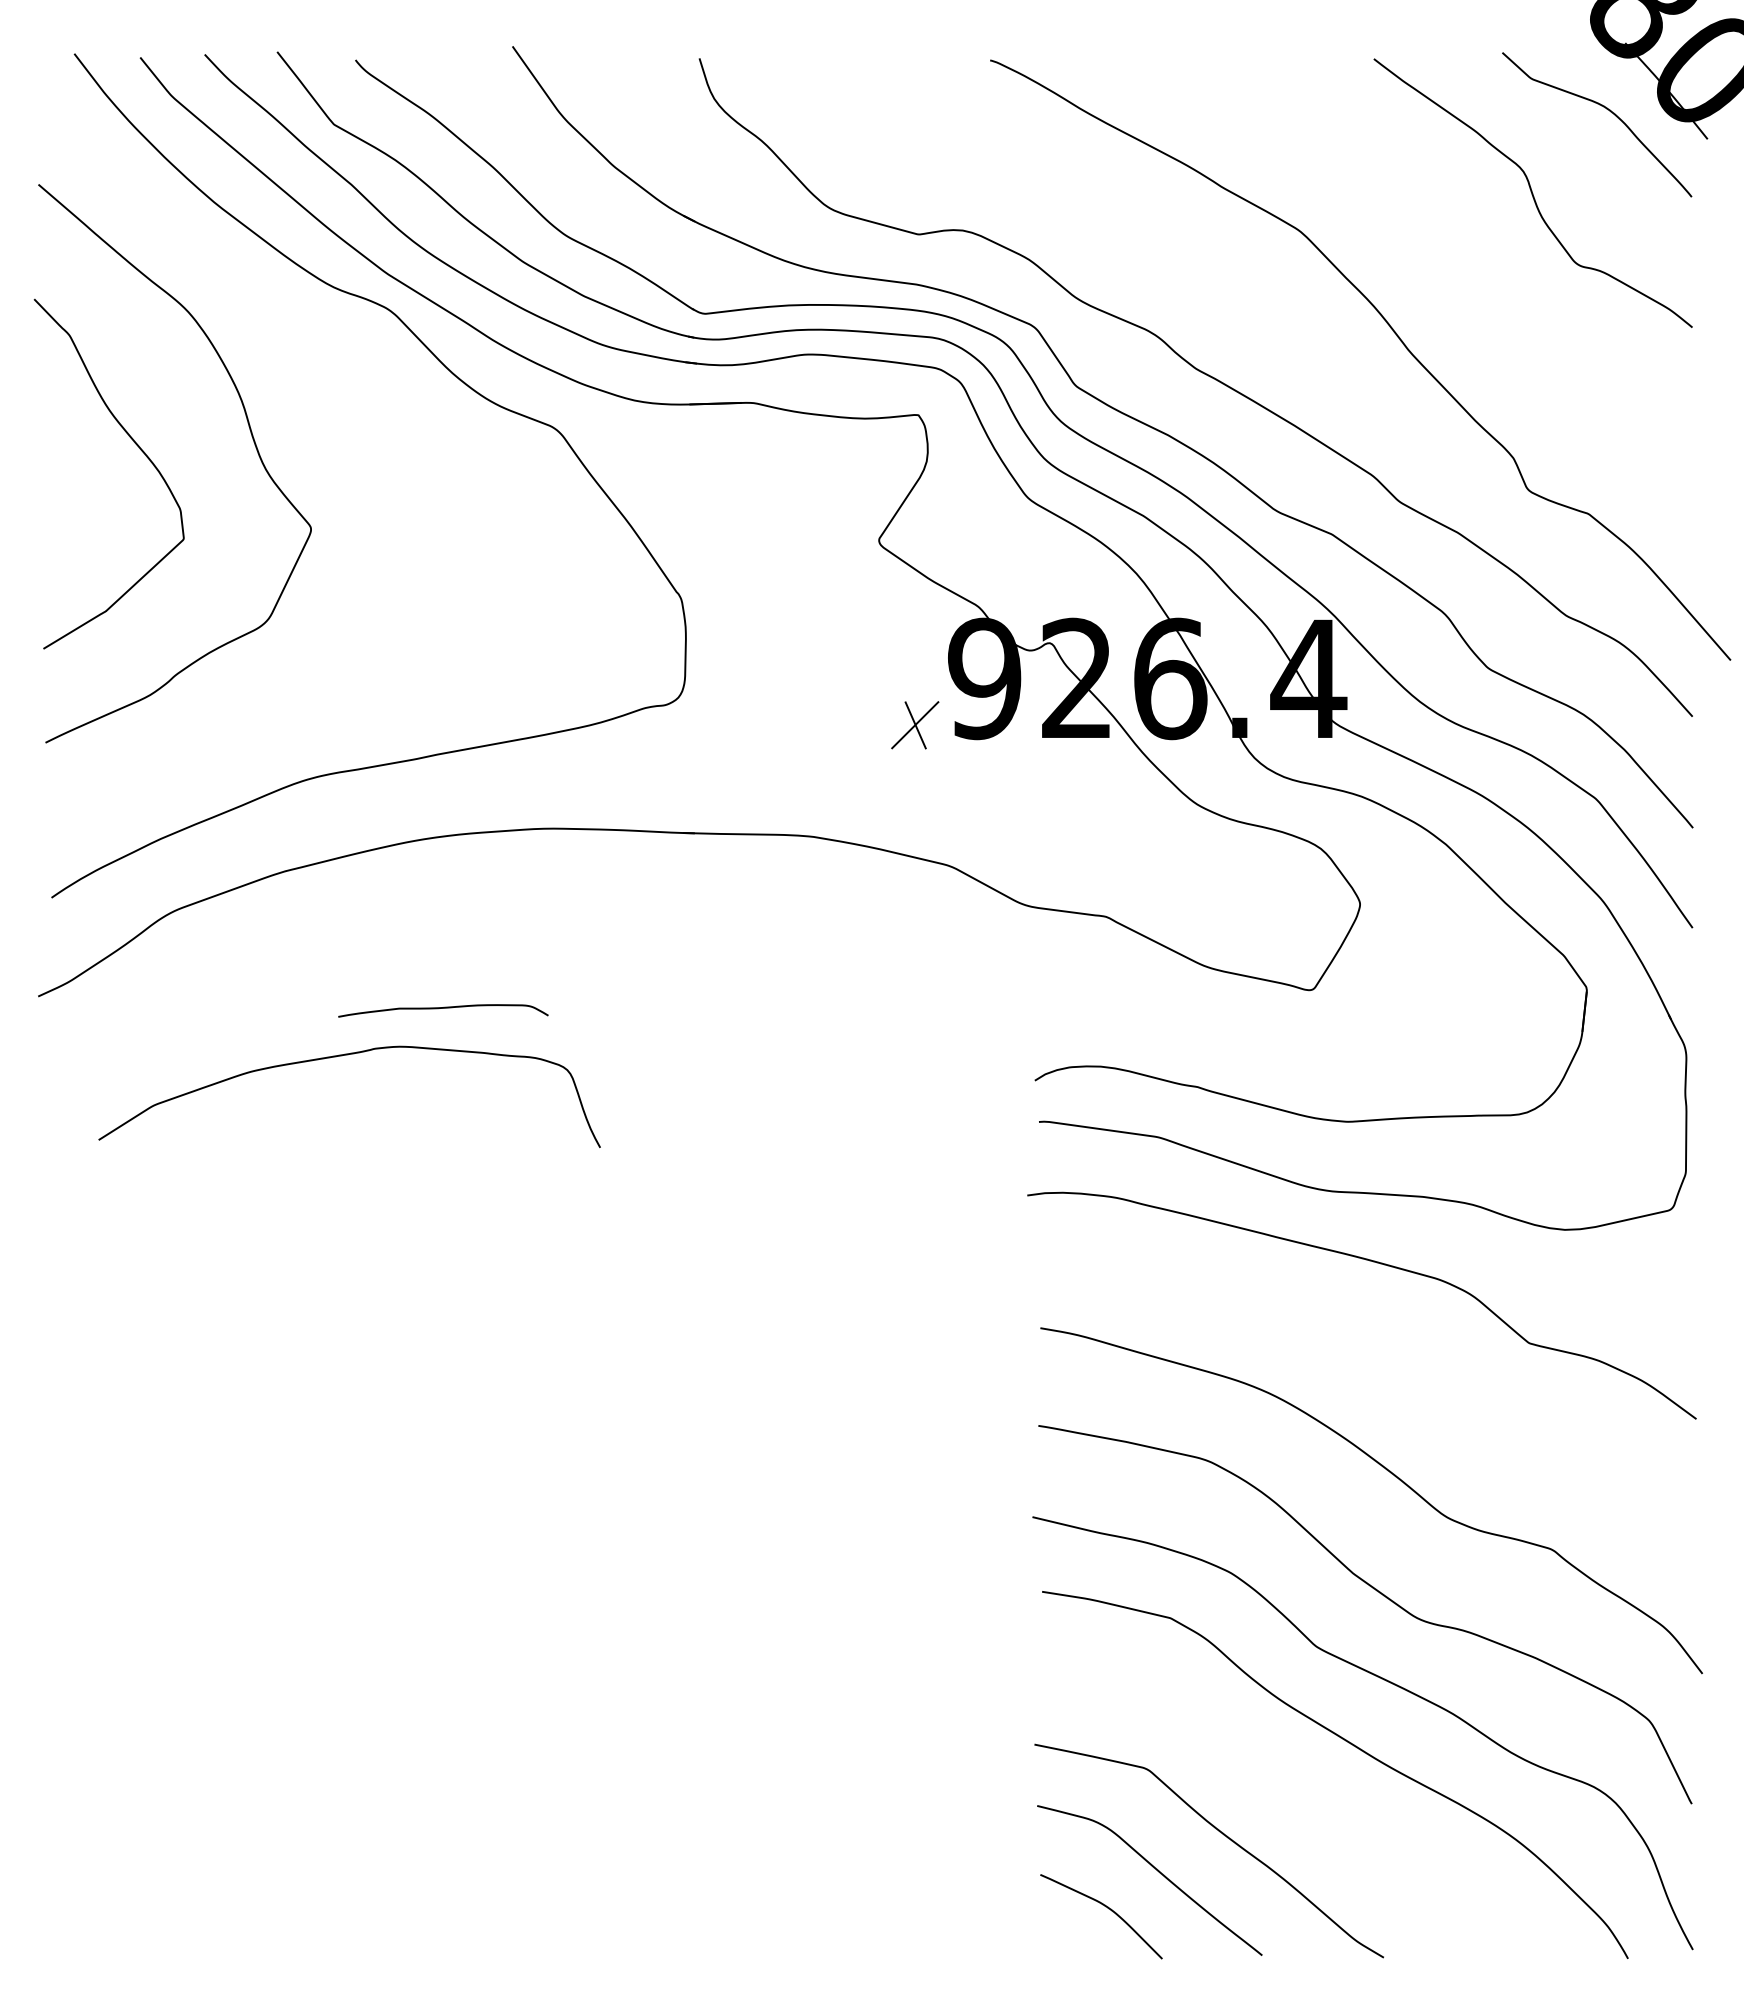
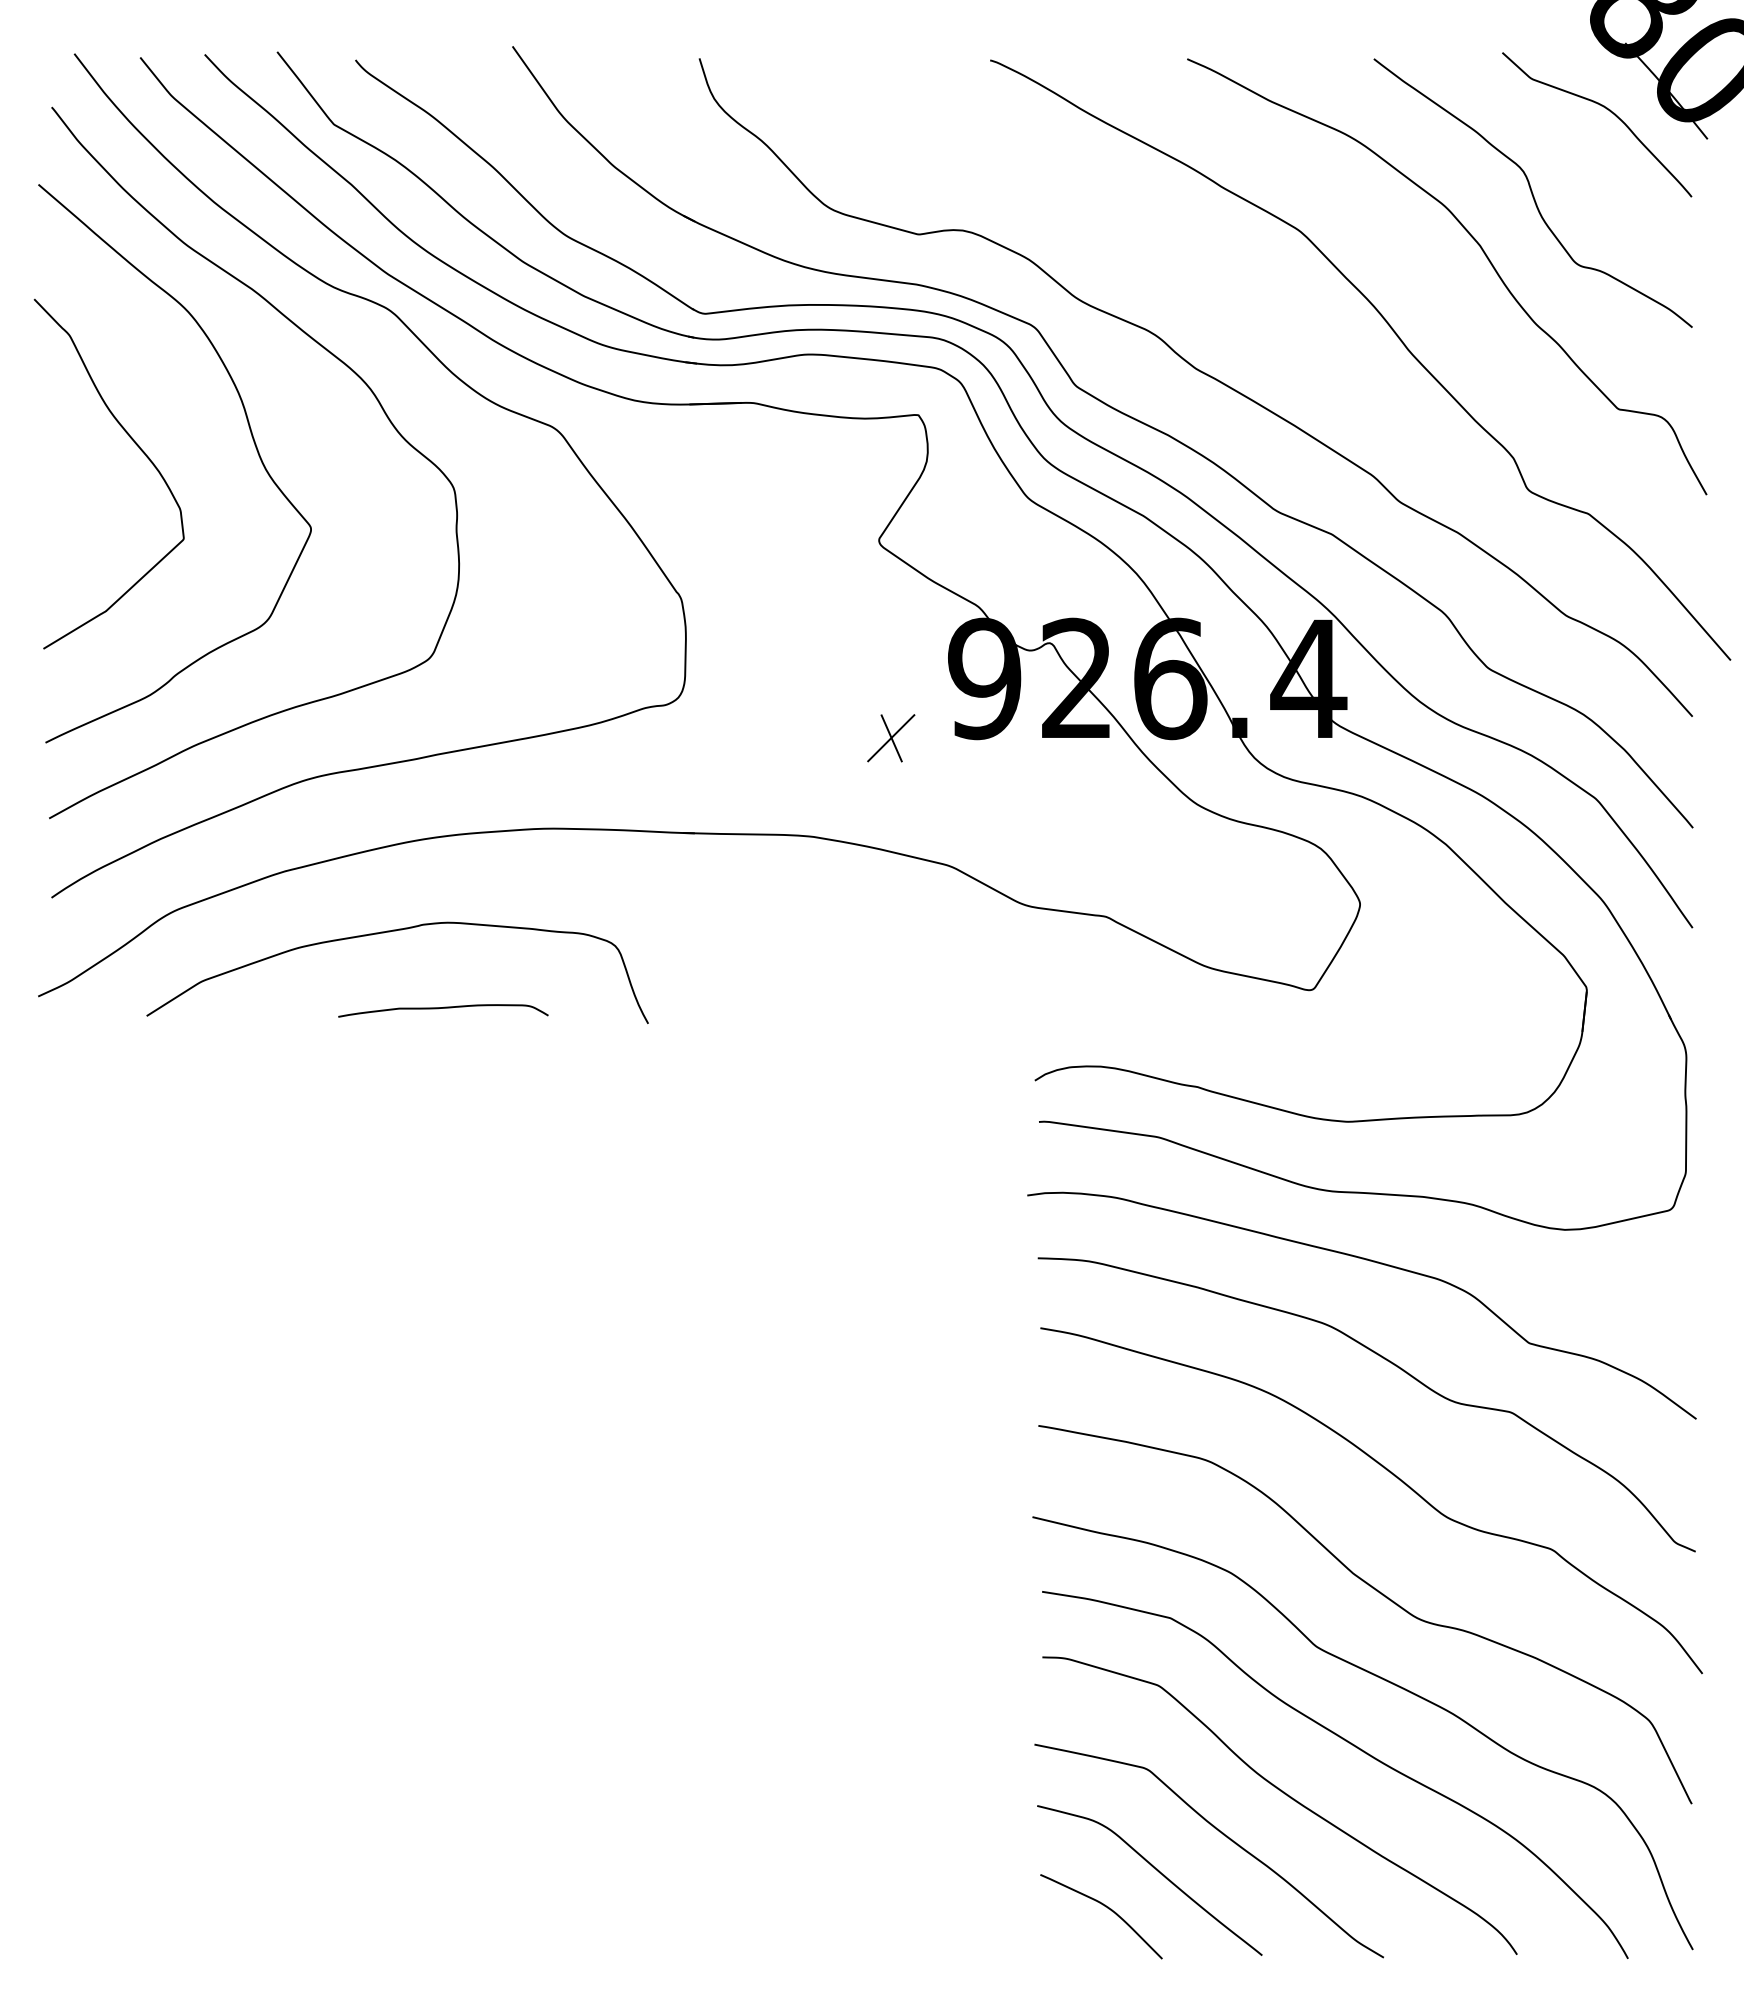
curve at (1483, 253): none -> present
curve at (338, 360): none -> present
part at (915, 725) position: (915, 725) -> (891, 738)
curve at (342, 1056) position: (342, 1056) -> (390, 932)
curve at (1390, 1363): none -> present
curve at (1287, 1796): none -> present
